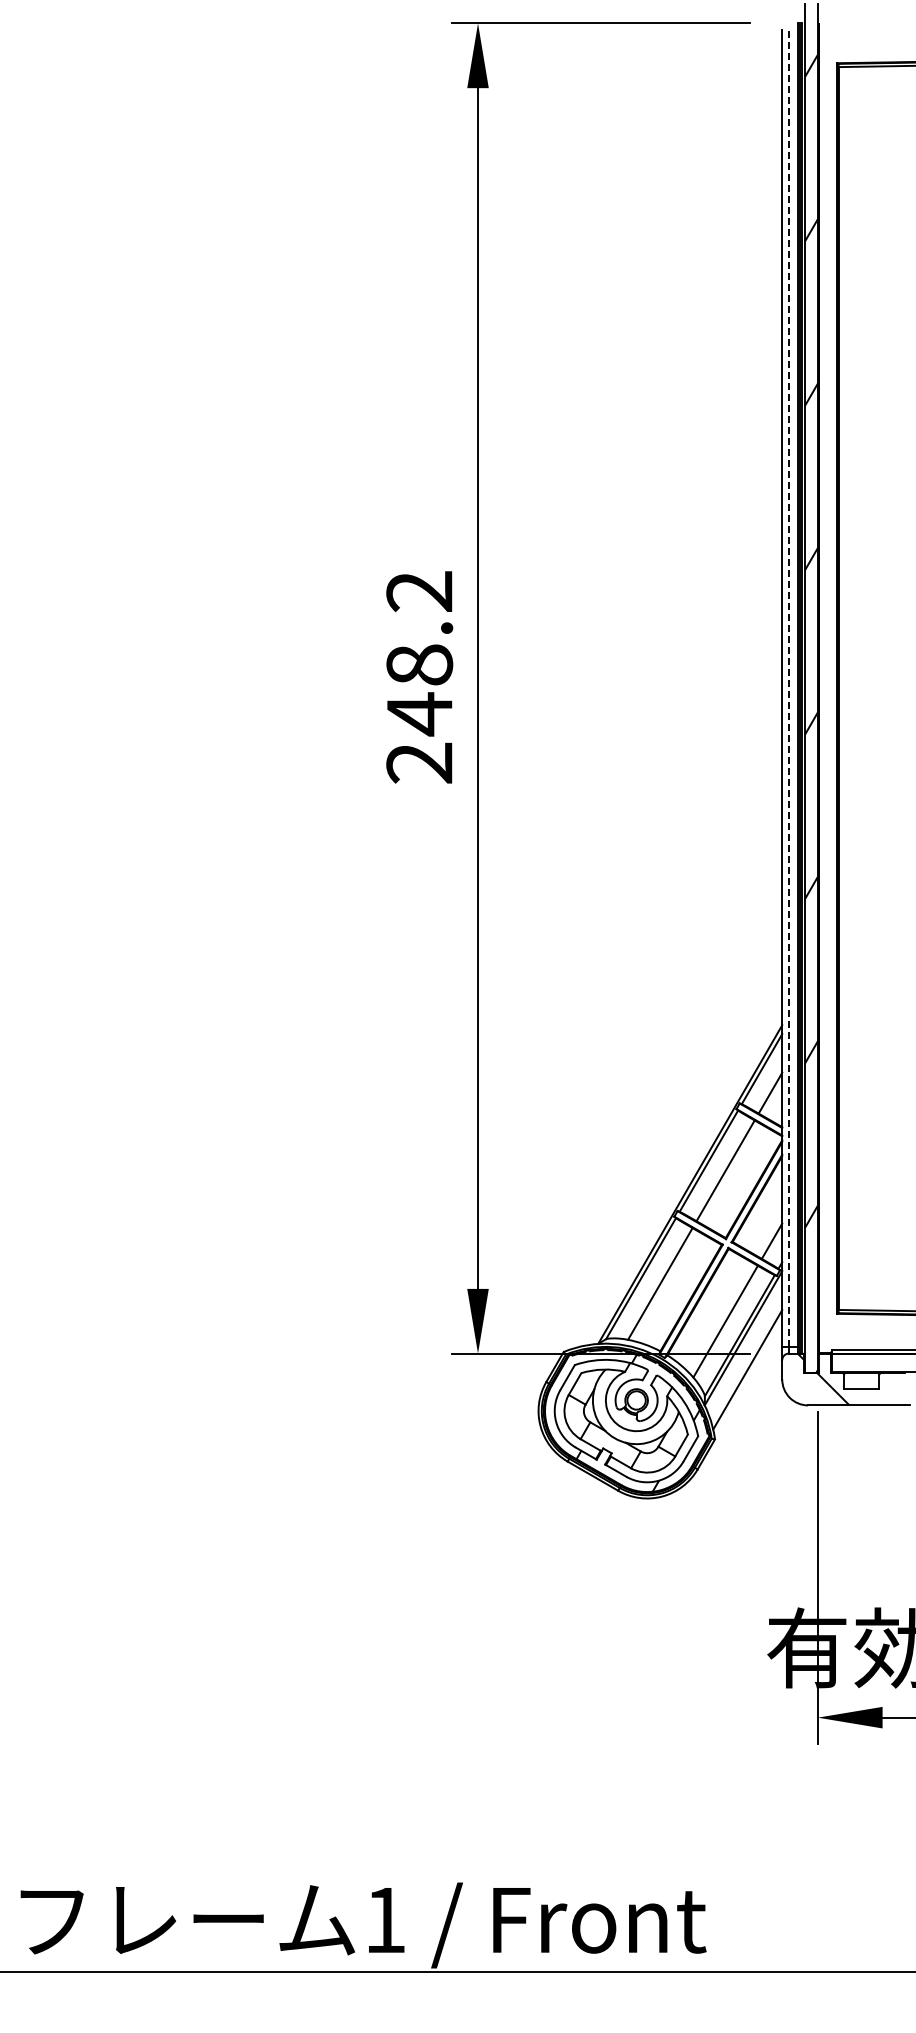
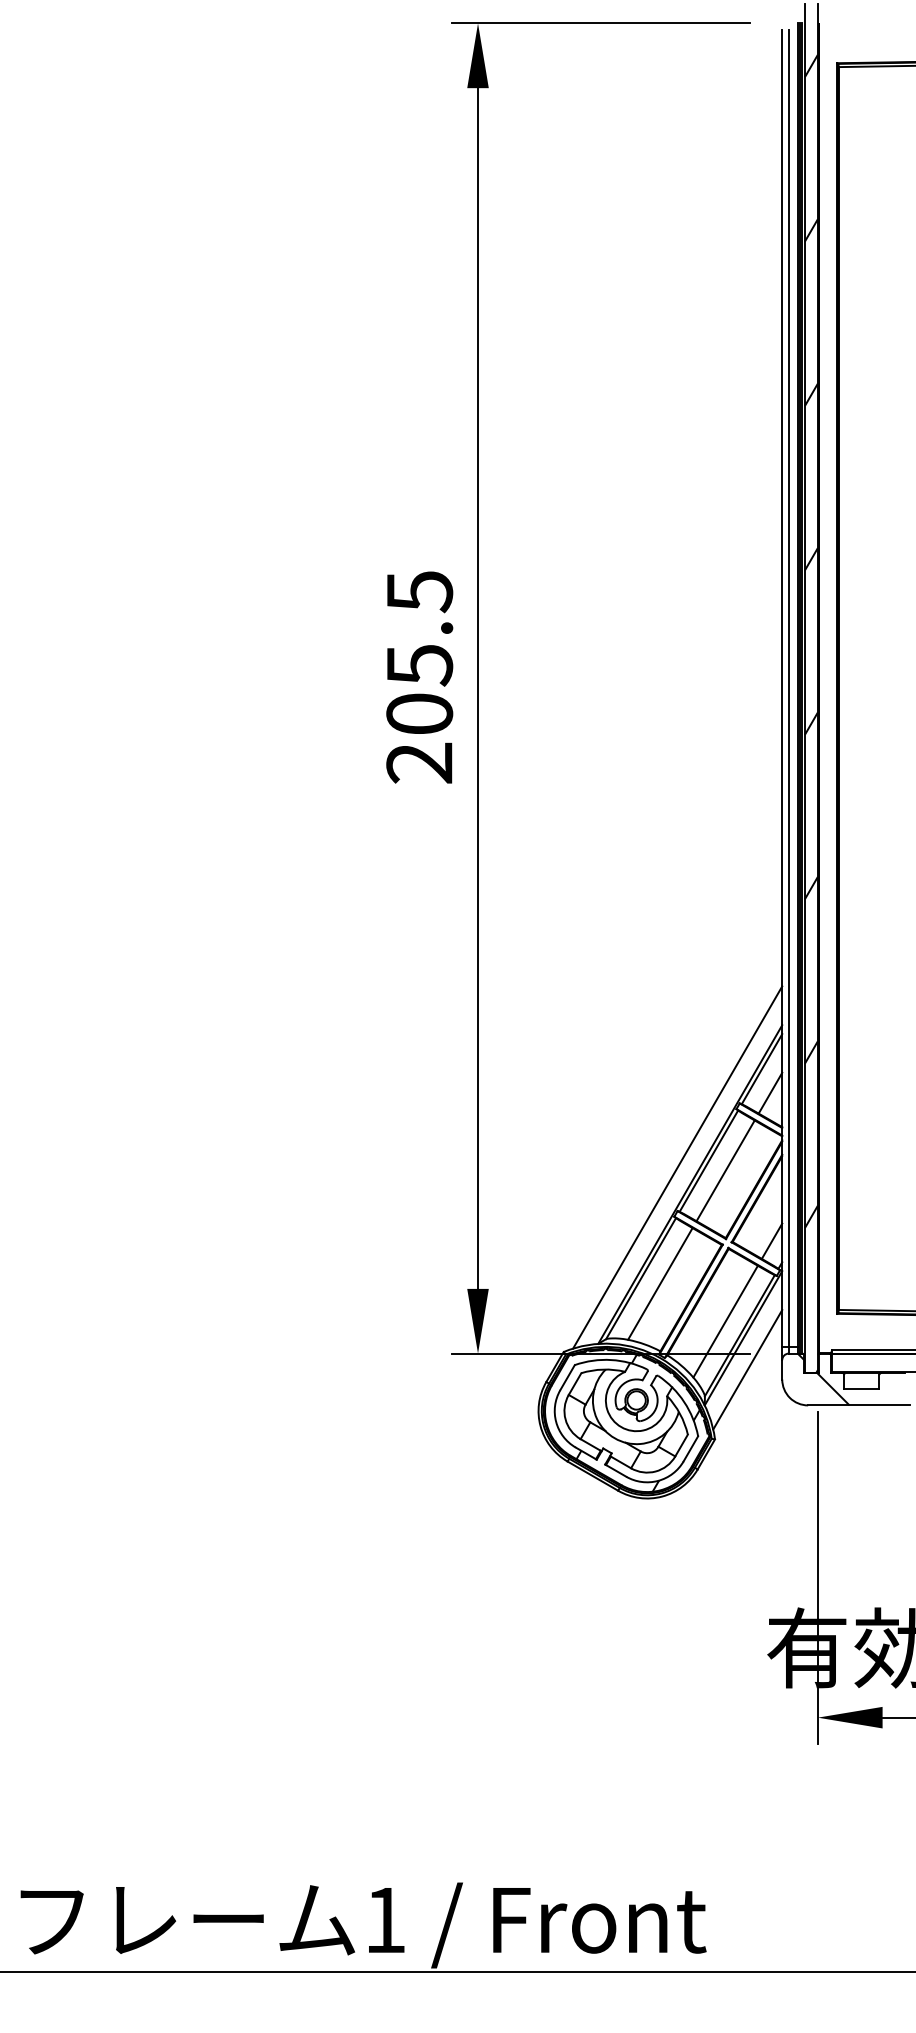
text at (419, 653): 248.2 -> 205.5
line at (788, 688): dashed -> solid
line at (677, 1167): none -> present
